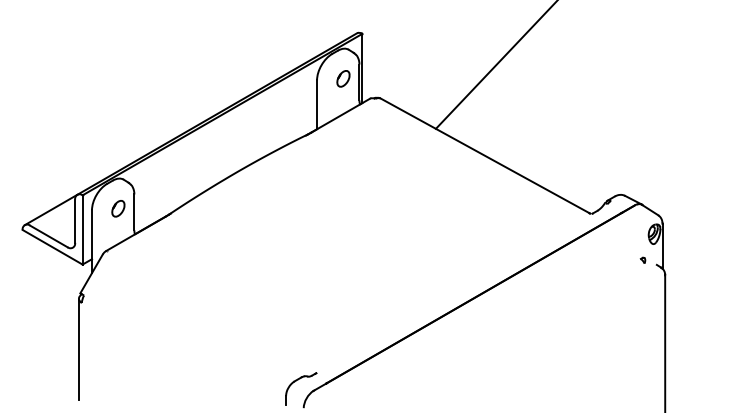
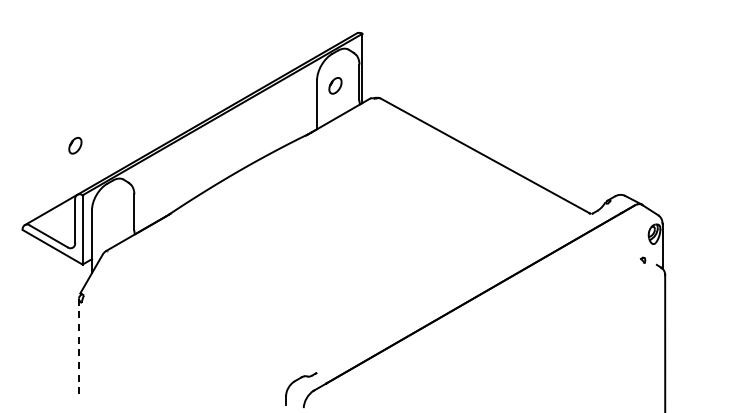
line at (495, 65): present -> none
part at (343, 78) position: (343, 78) -> (335, 85)
part at (118, 208) position: (118, 208) -> (75, 145)
line at (78, 349): solid -> dashed
